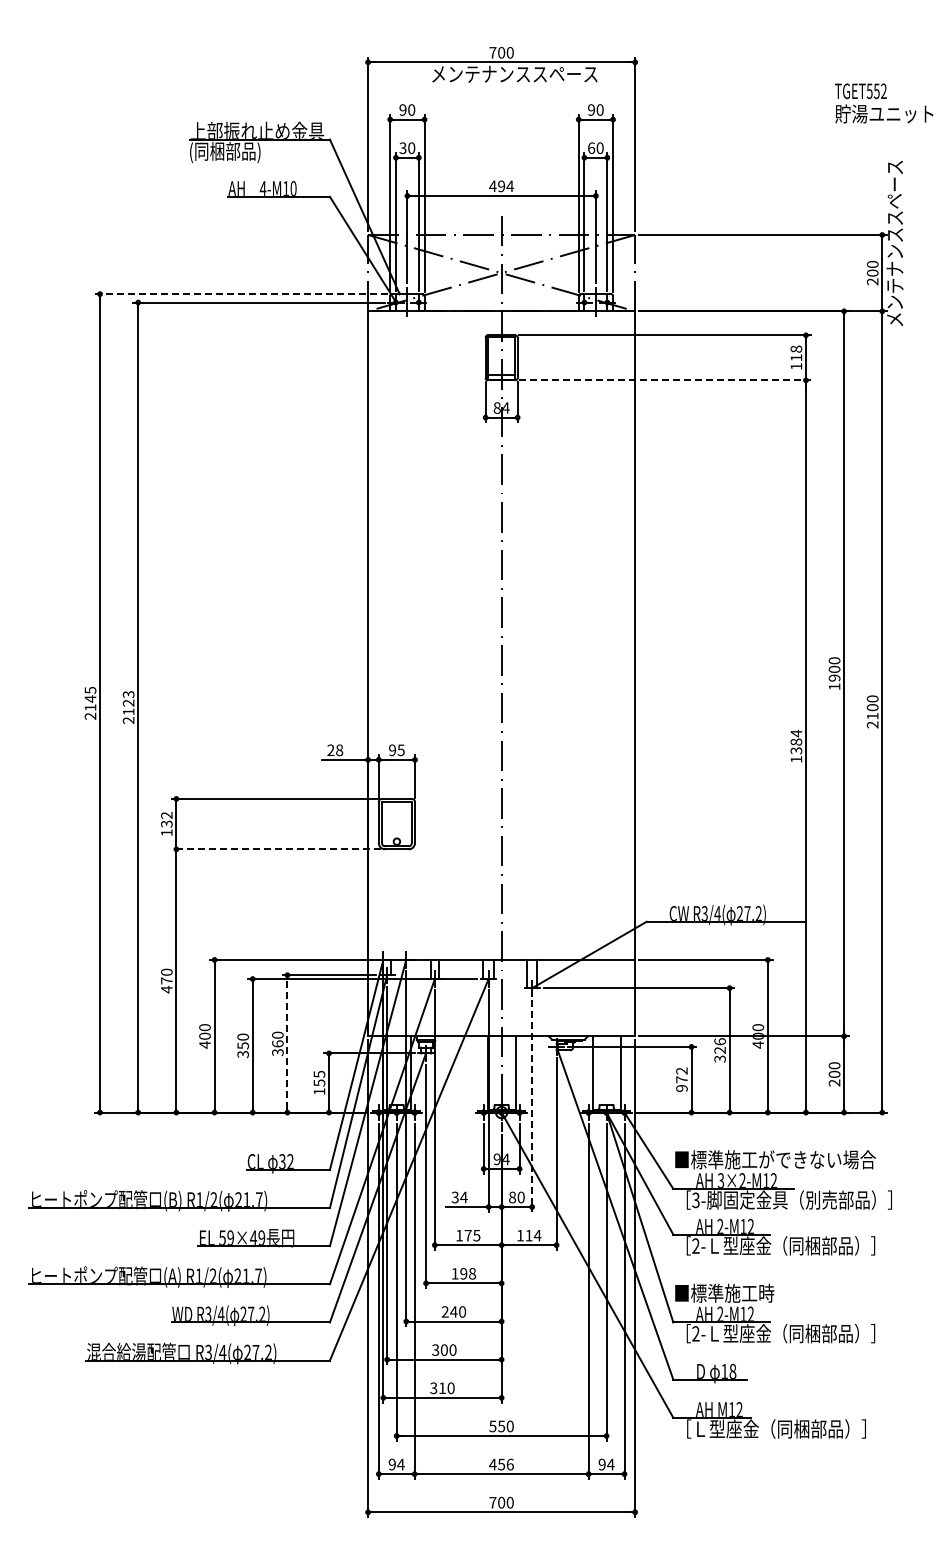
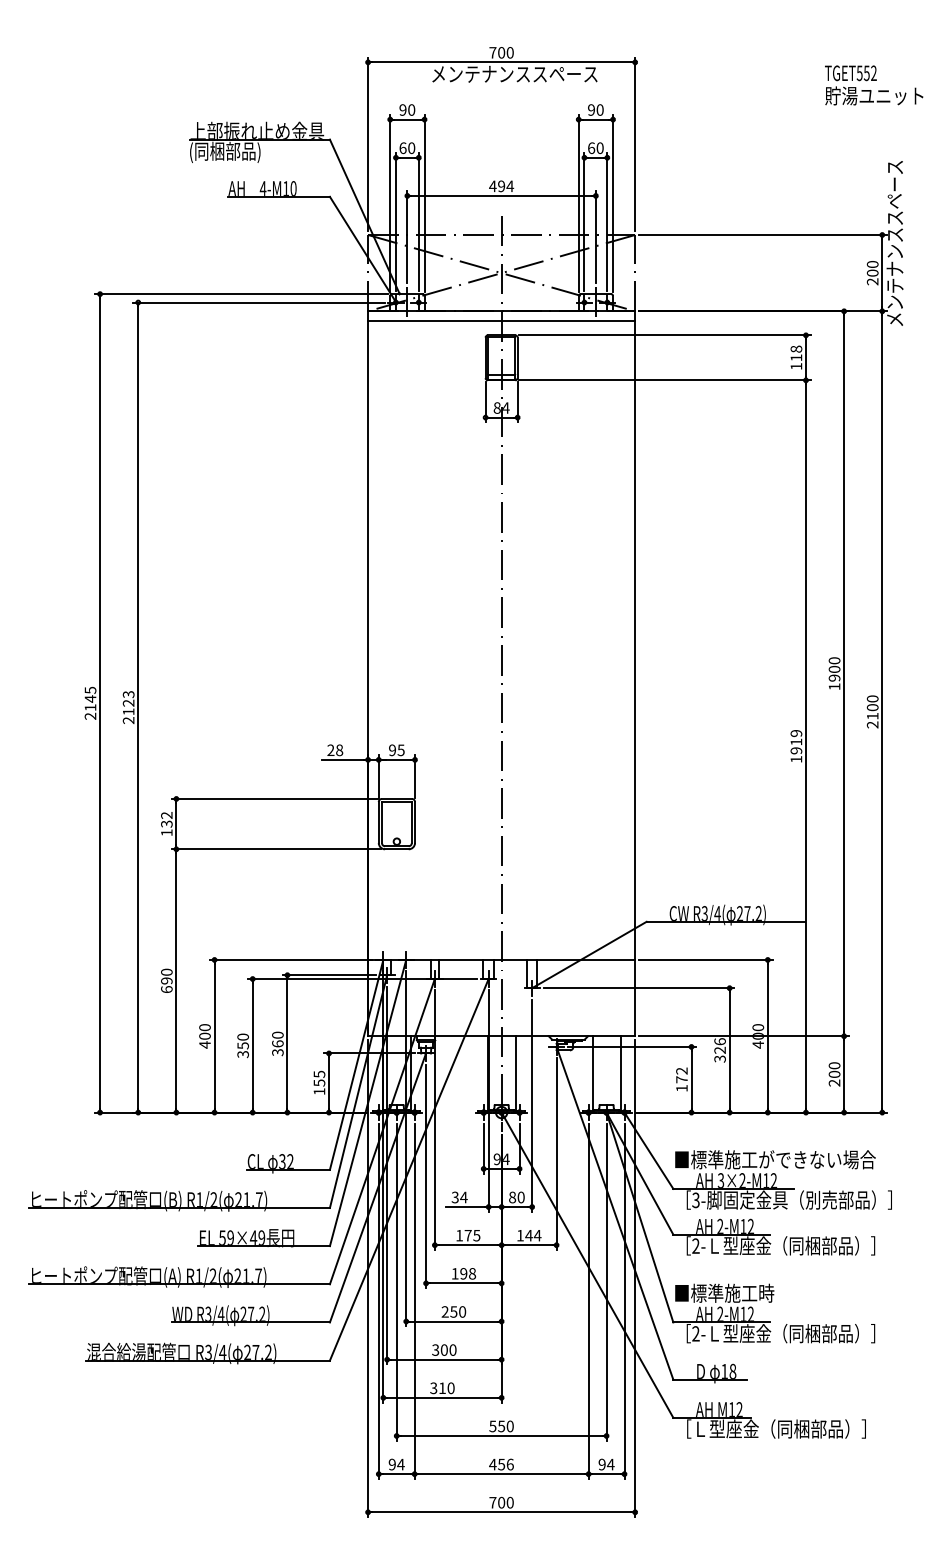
text at (884, 103) position: (884, 103) -> (874, 85)
text at (402, 147): 30 -> 60
line at (241, 294): dashed -> solid
line at (501, 321): none -> present
line at (664, 380): dashed -> solid
text at (796, 741): 1384 -> 1919
line at (276, 849): dashed -> solid
text at (166, 985): 470 -> 690
line at (287, 1043): dashed -> solid
text at (681, 1088): 972 -> 172
line at (532, 1106): dashed -> solid
text at (528, 1235): 114 -> 144
text at (453, 1311): 240 -> 250
